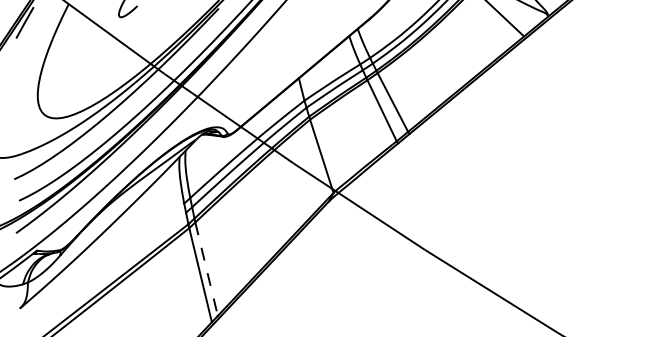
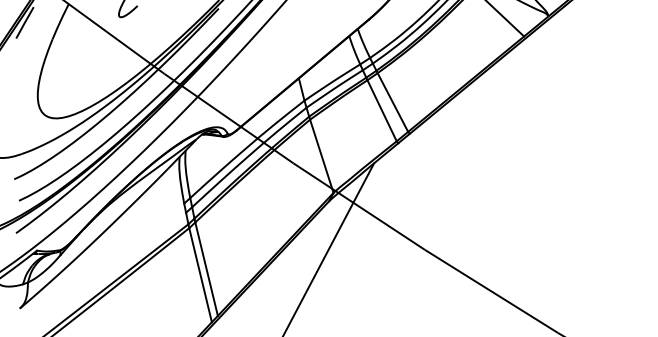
line at (329, 248): none -> present
line at (206, 269): dashed -> solid
